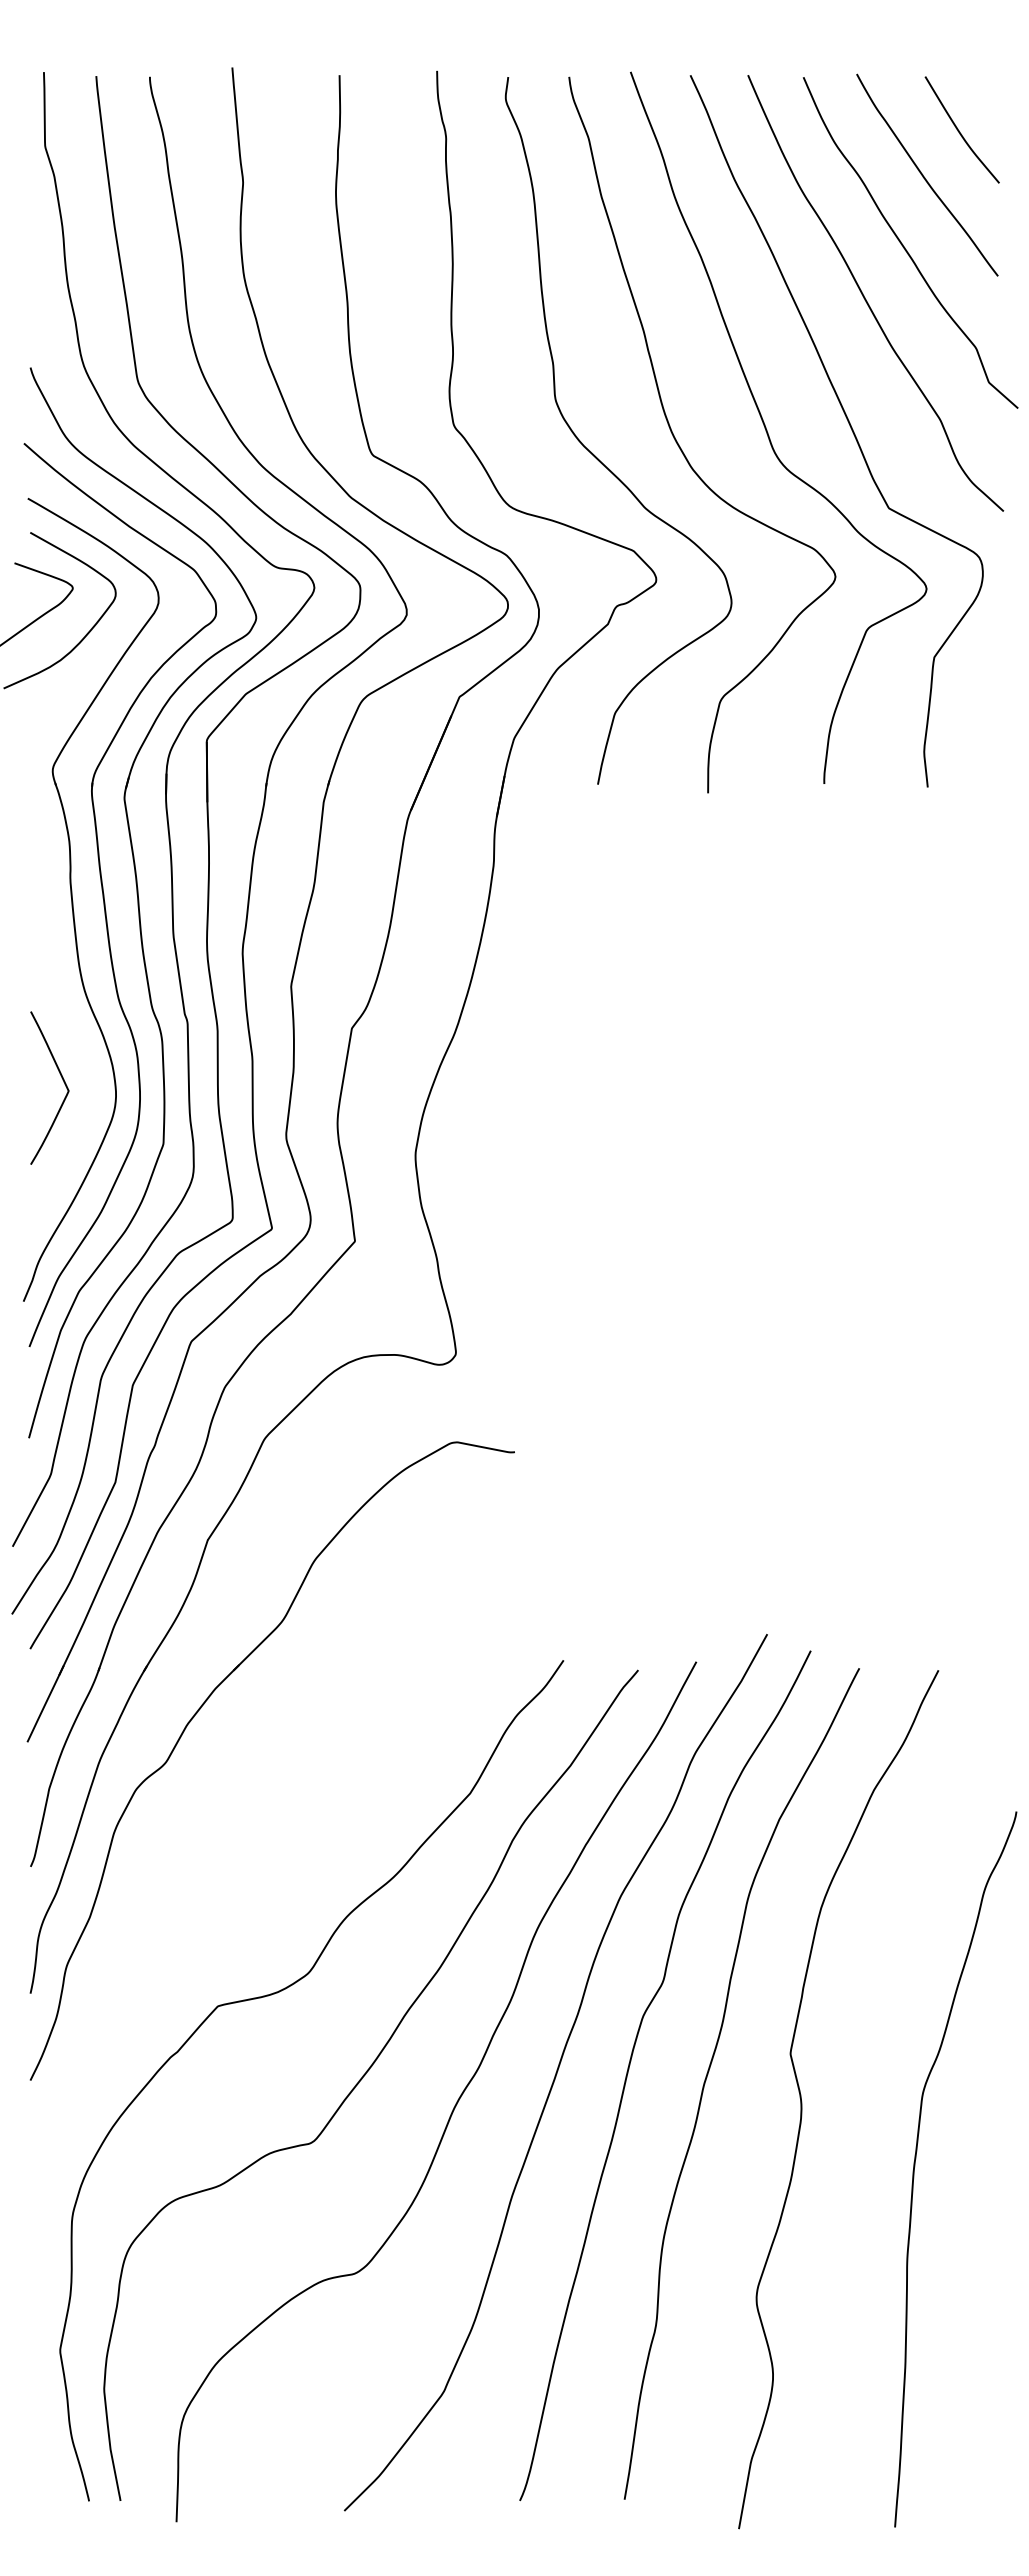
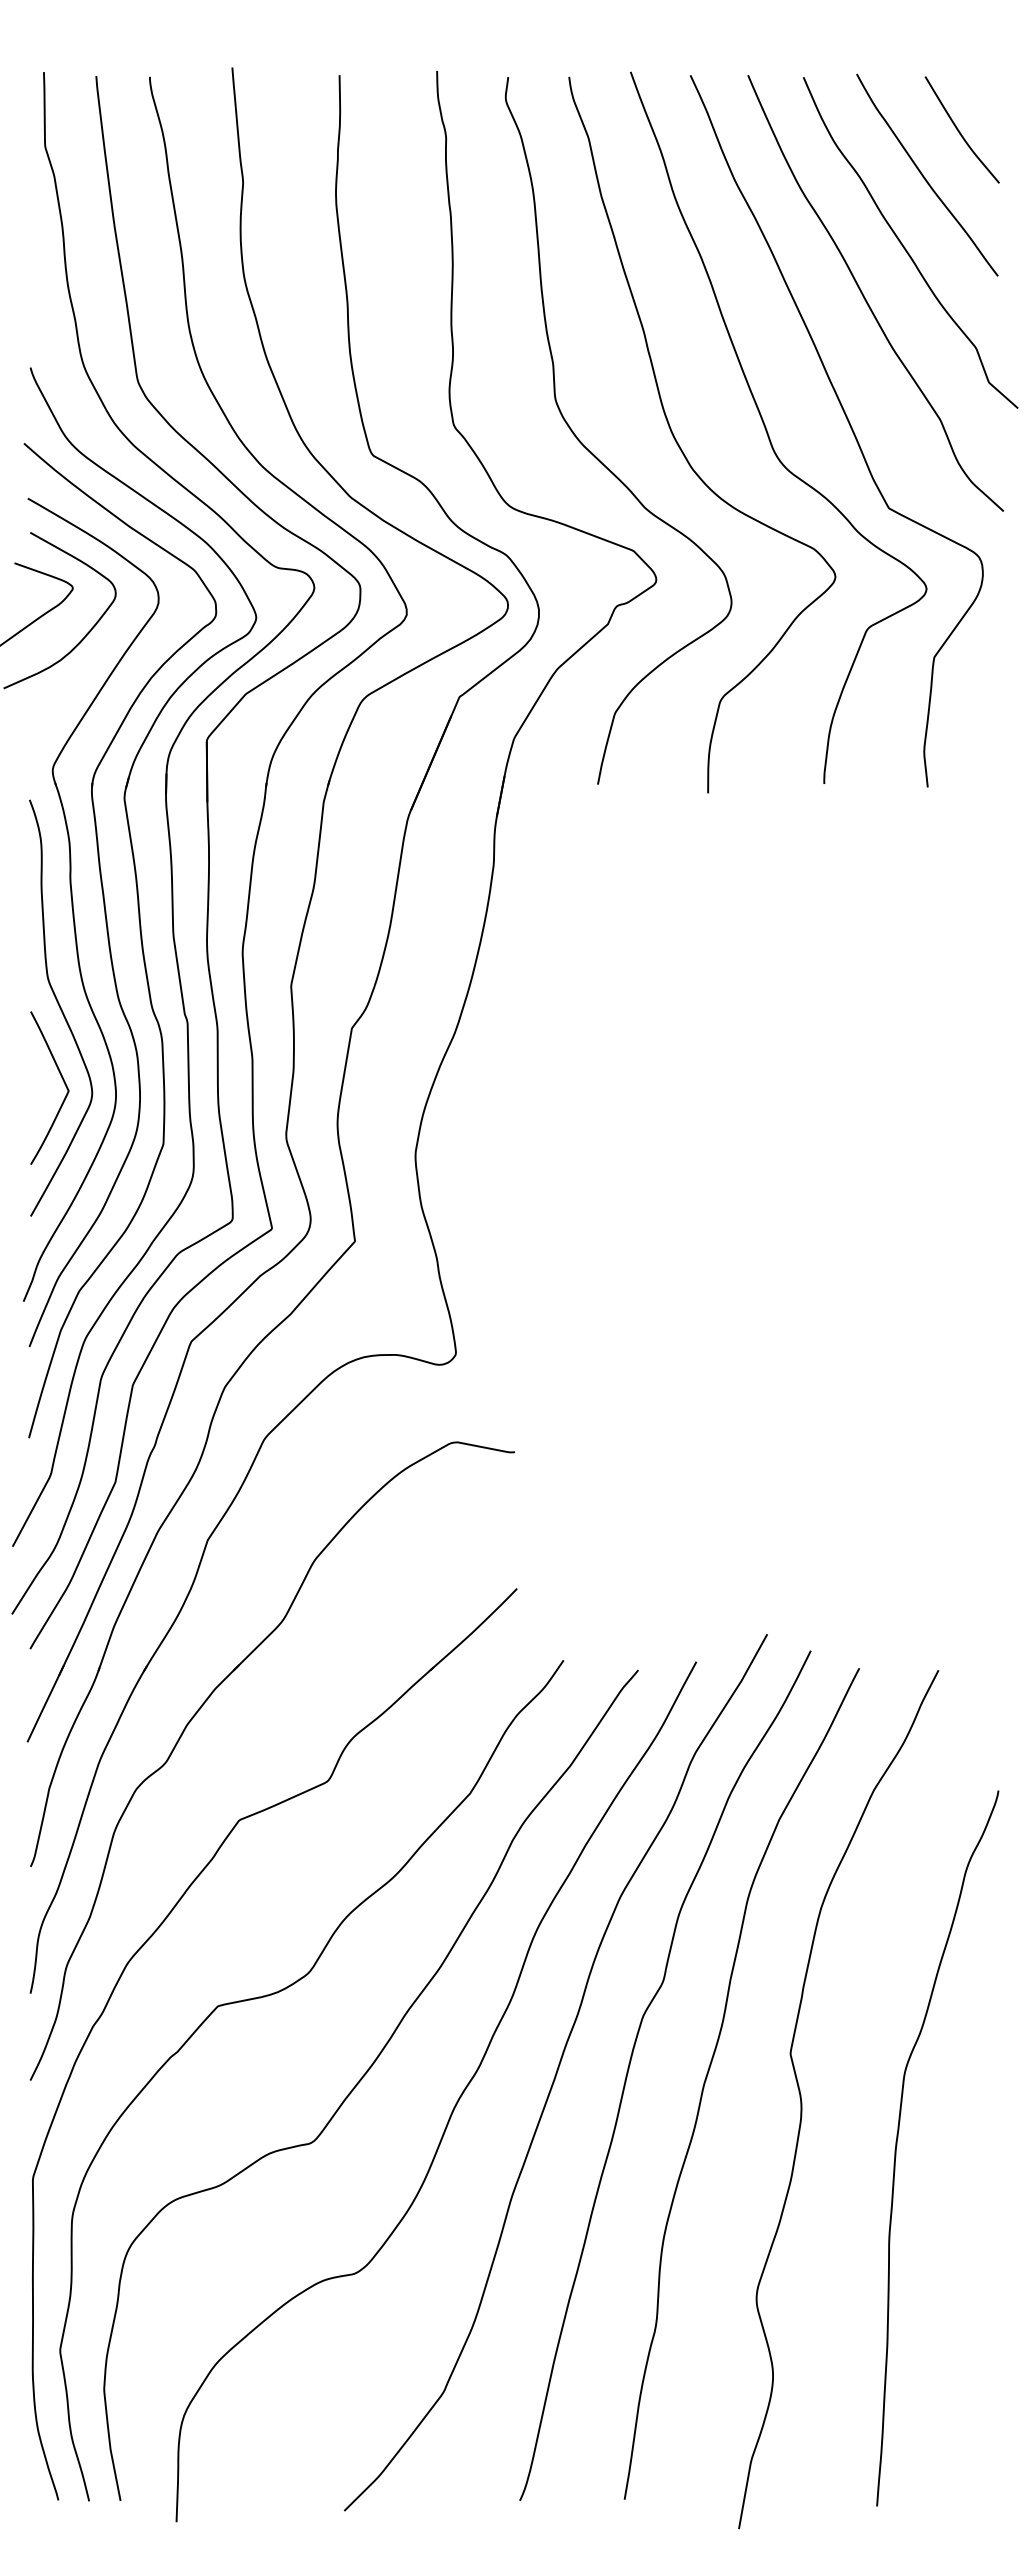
curve at (61, 1007): none -> present
part at (153, 1935): none -> present
curve at (915, 2166) position: (915, 2166) -> (897, 2145)
